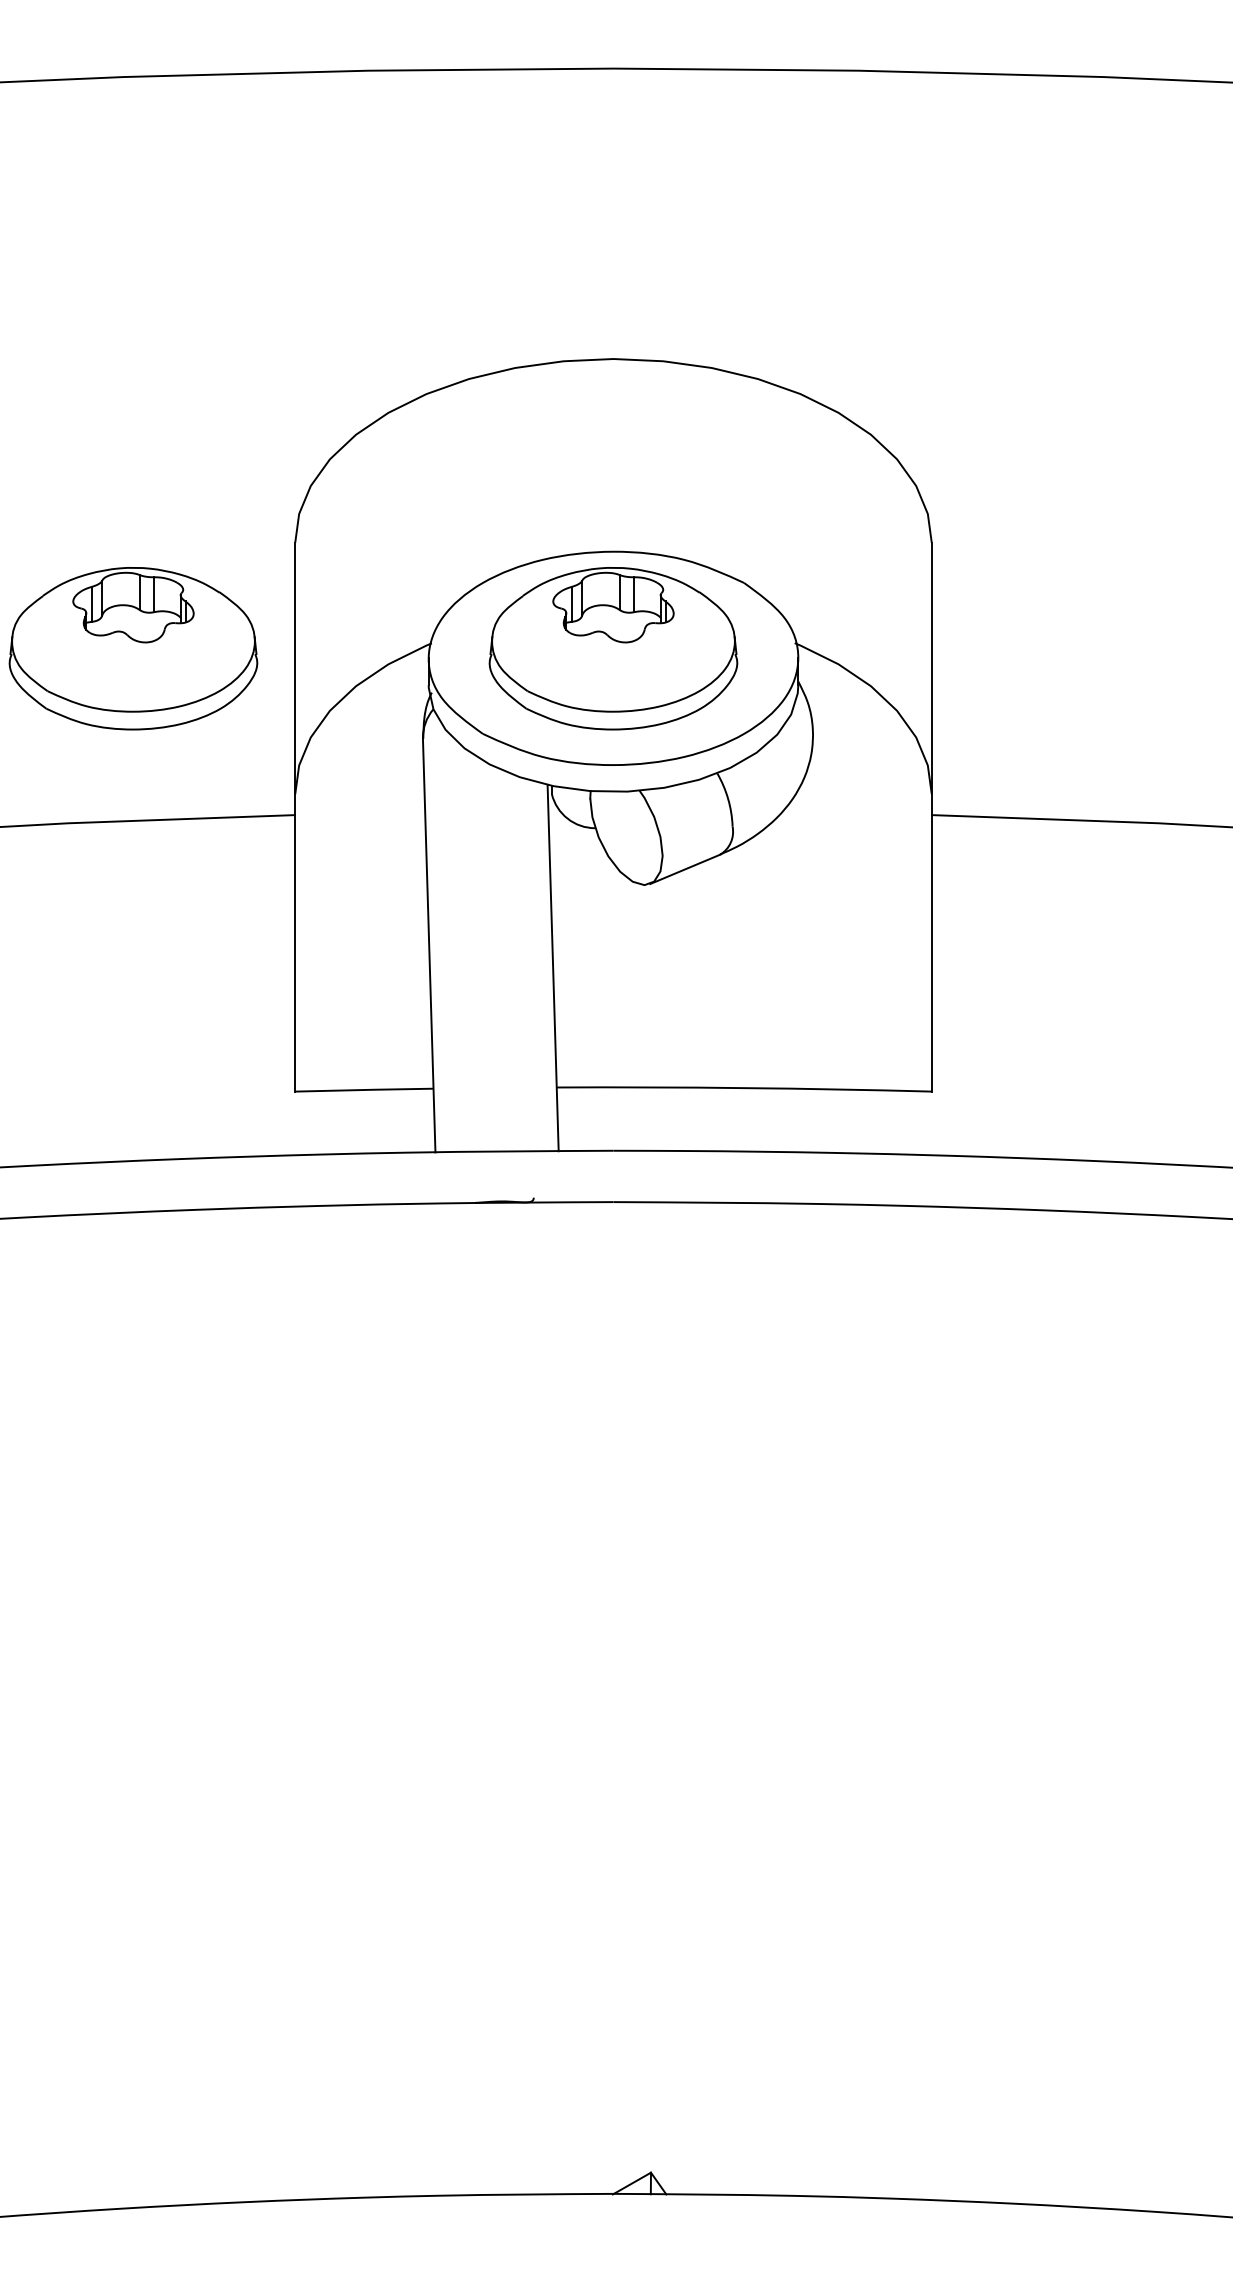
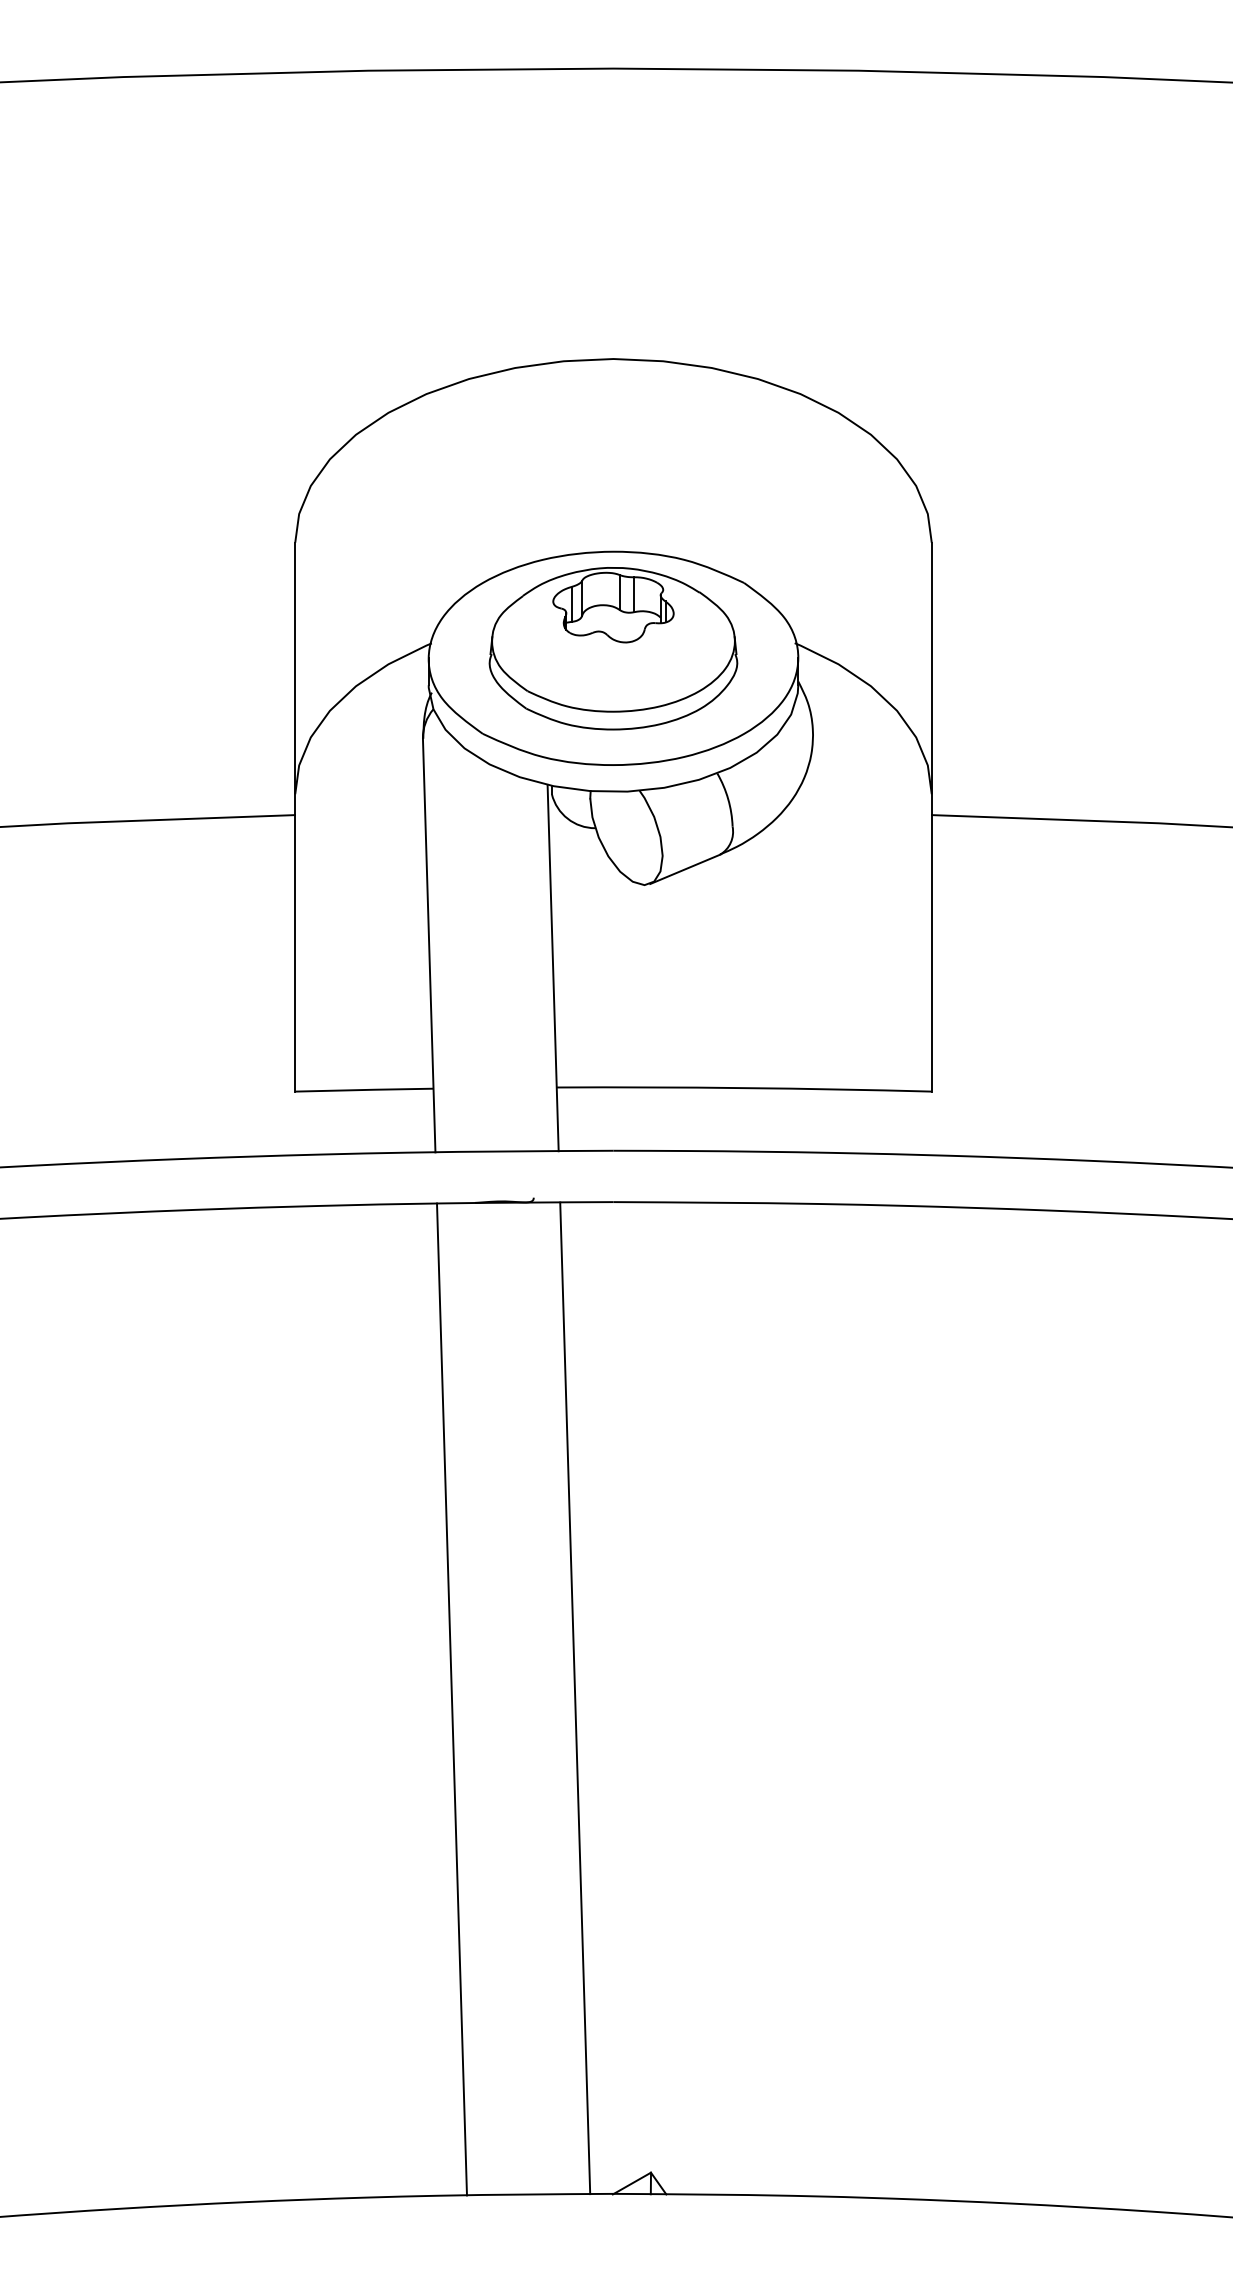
part at (133, 648): present -> none
line at (575, 1698): none -> present
line at (451, 1699): none -> present
